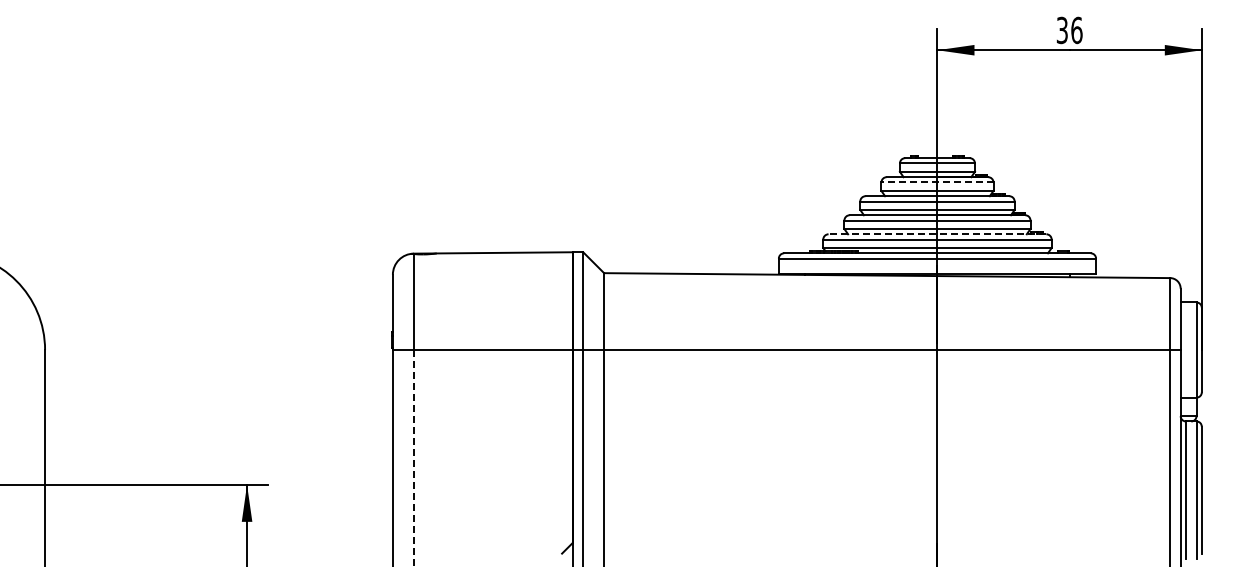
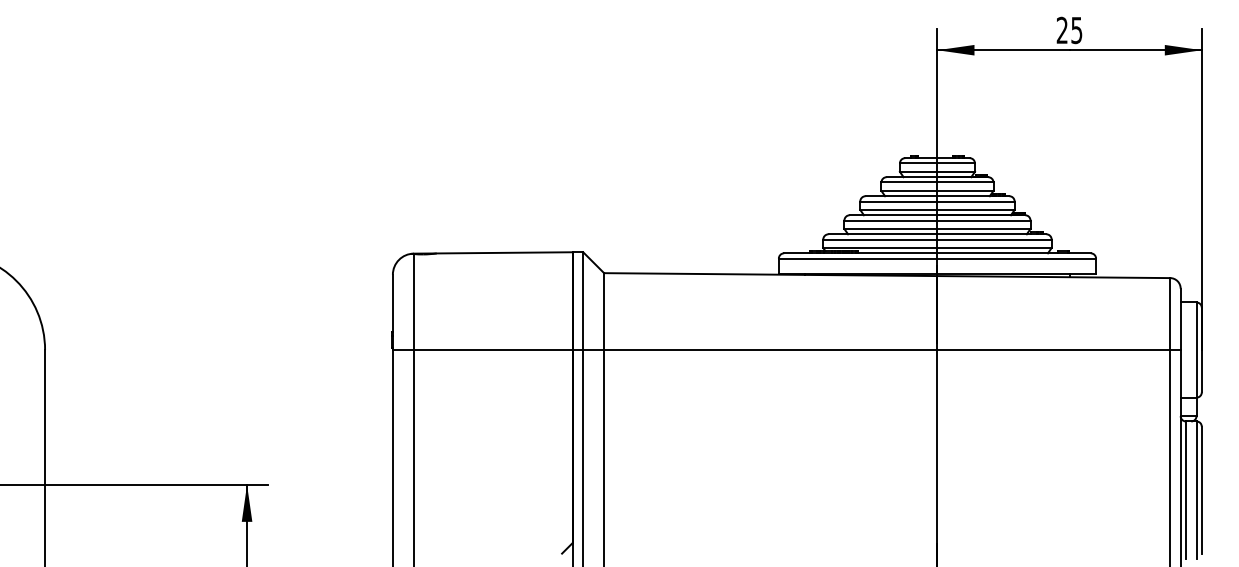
text at (1069, 30): 36 -> 25
line at (936, 182): dashed -> solid
line at (937, 234): dashed -> solid
line at (413, 459): dashed -> solid
